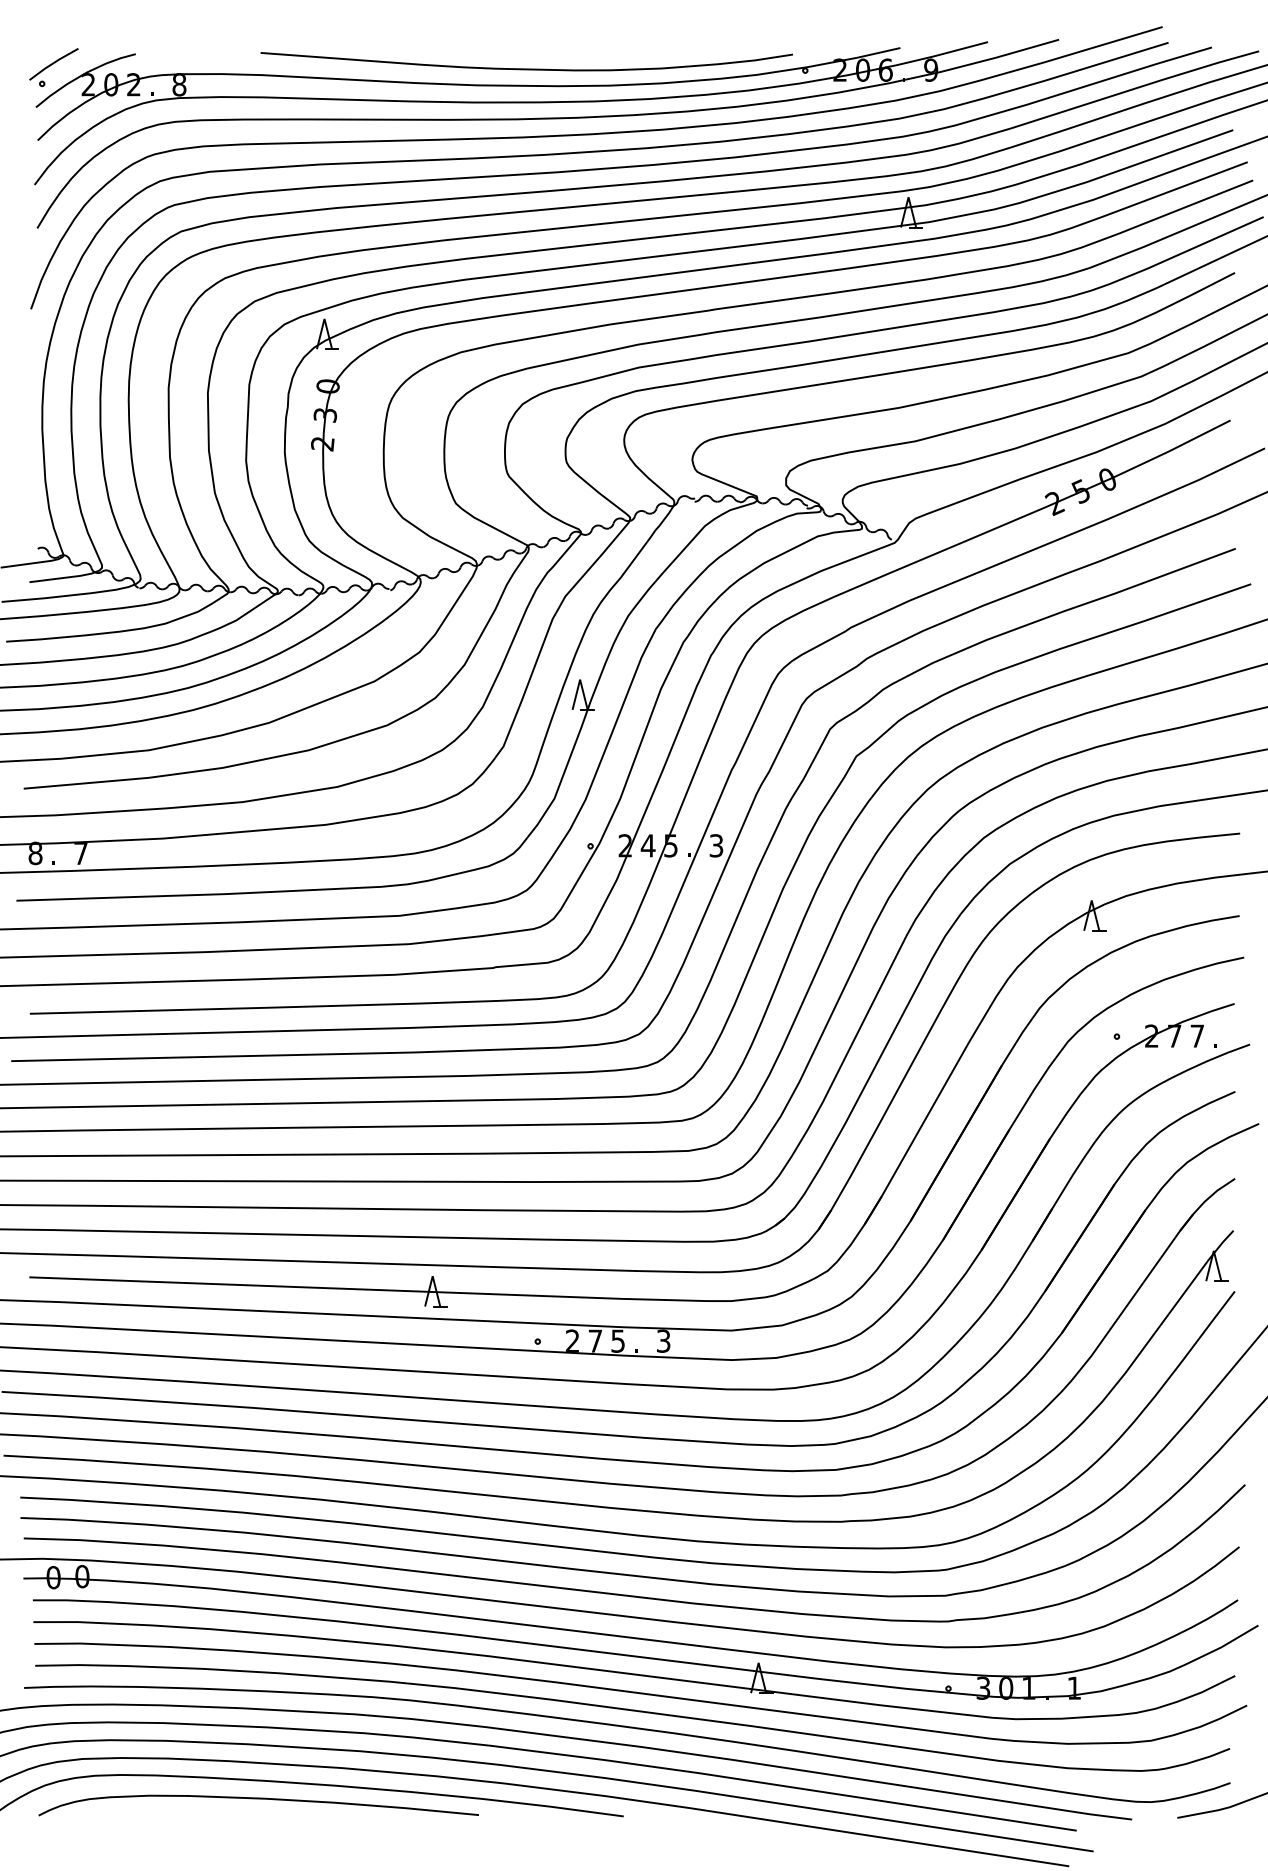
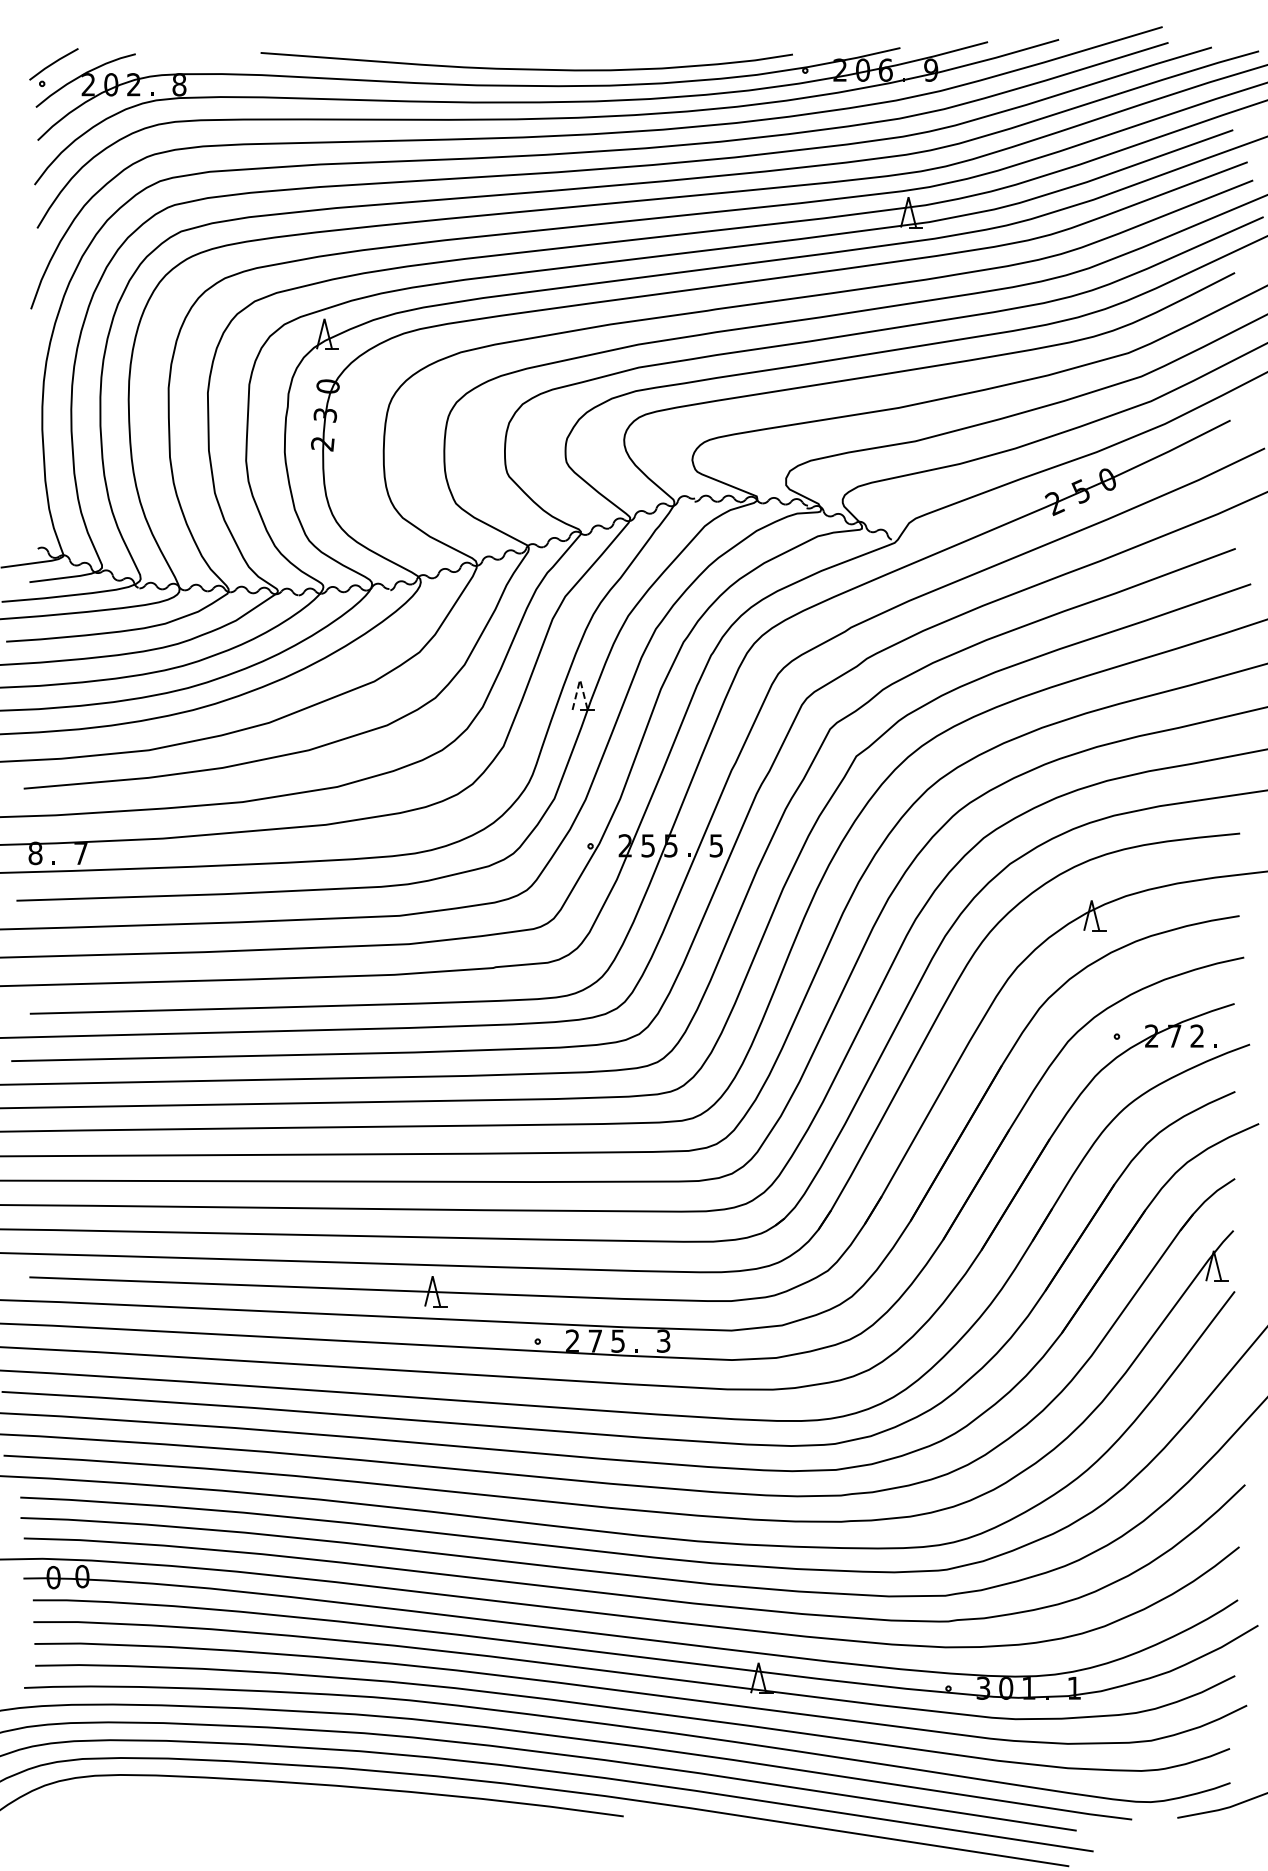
line at (580, 679): solid -> dashed
text at (647, 845): 4 -> 5
text at (716, 845): 3 -> 5
text at (1196, 1035): 7 -> 2
curve at (258, 1799): present -> none
